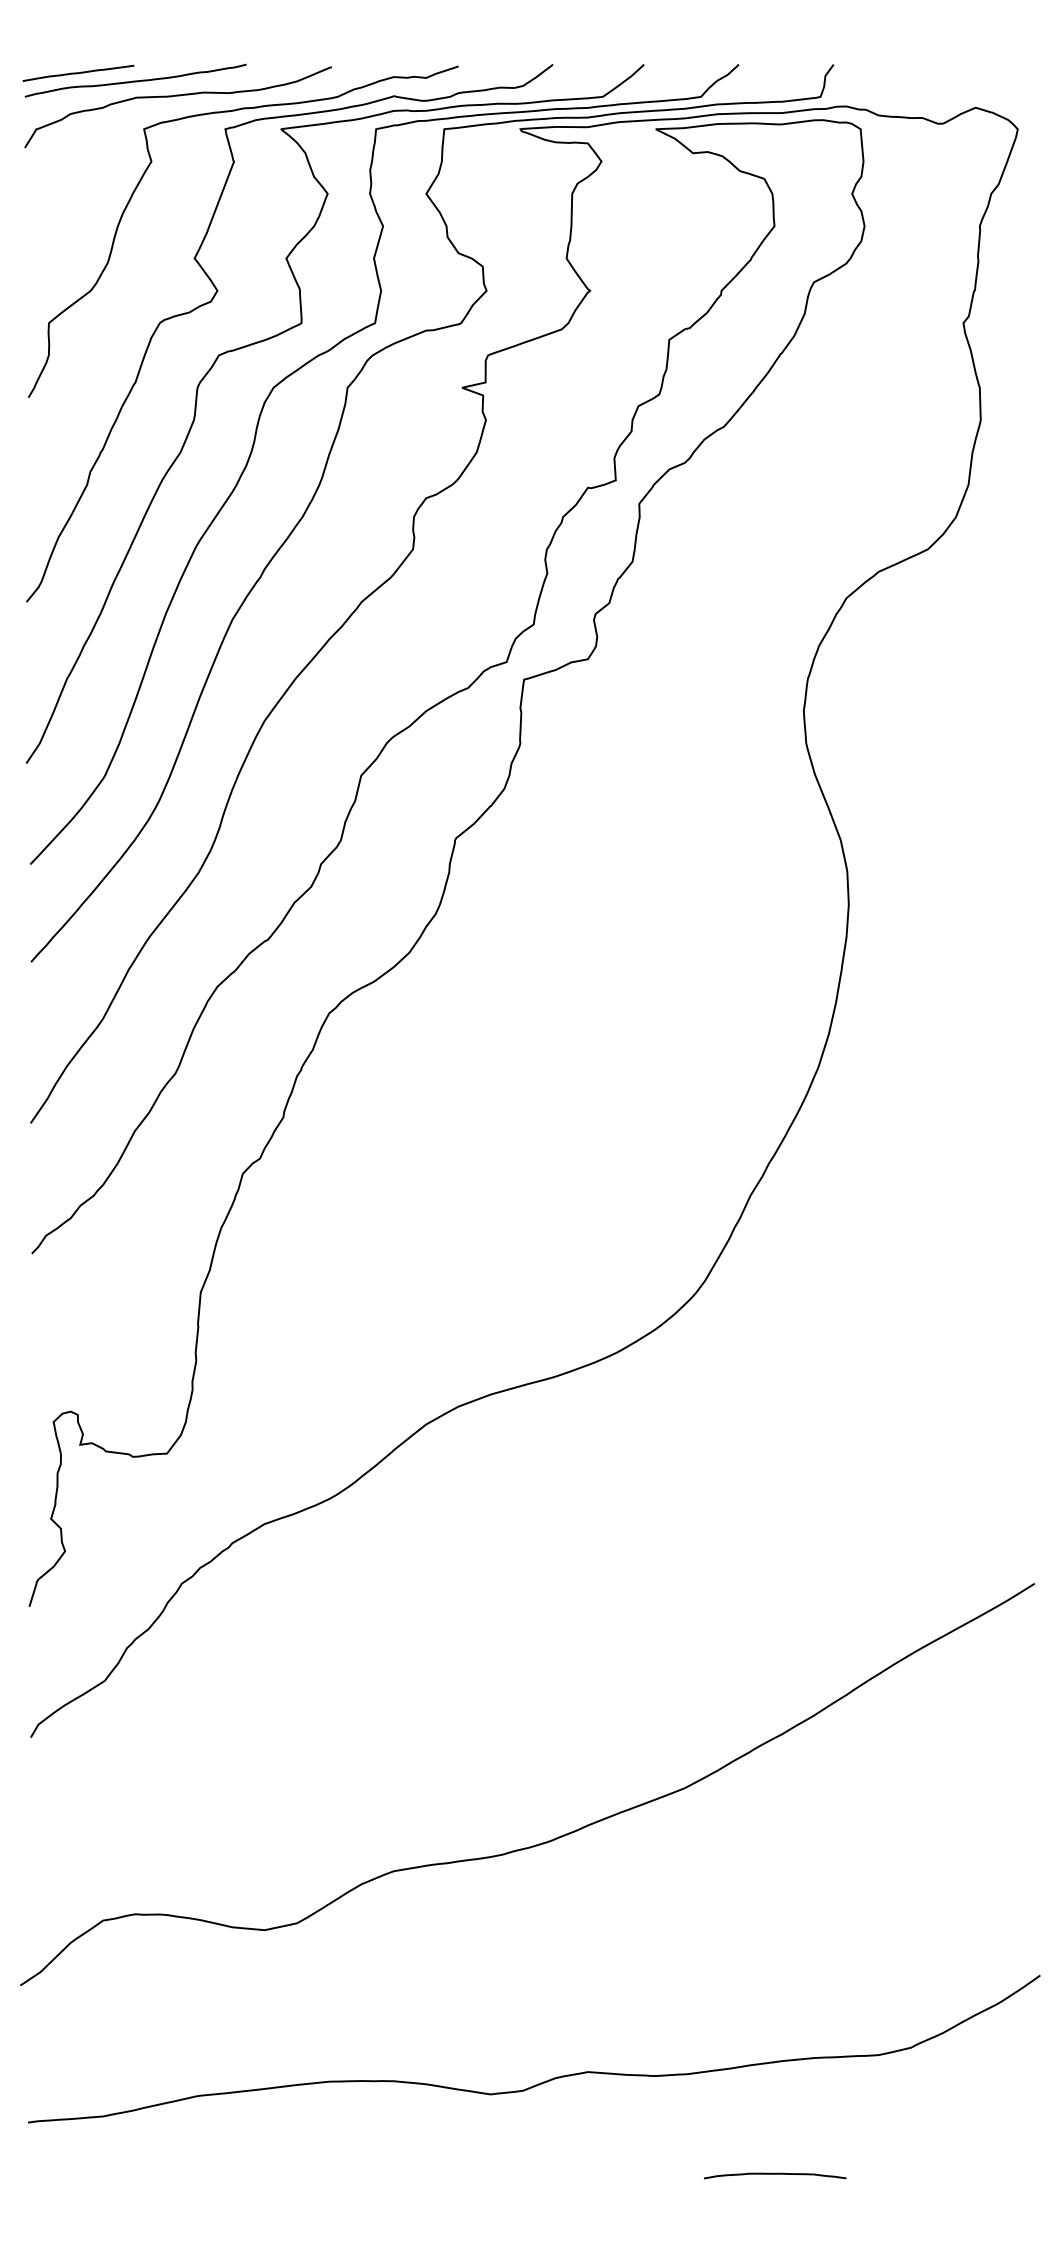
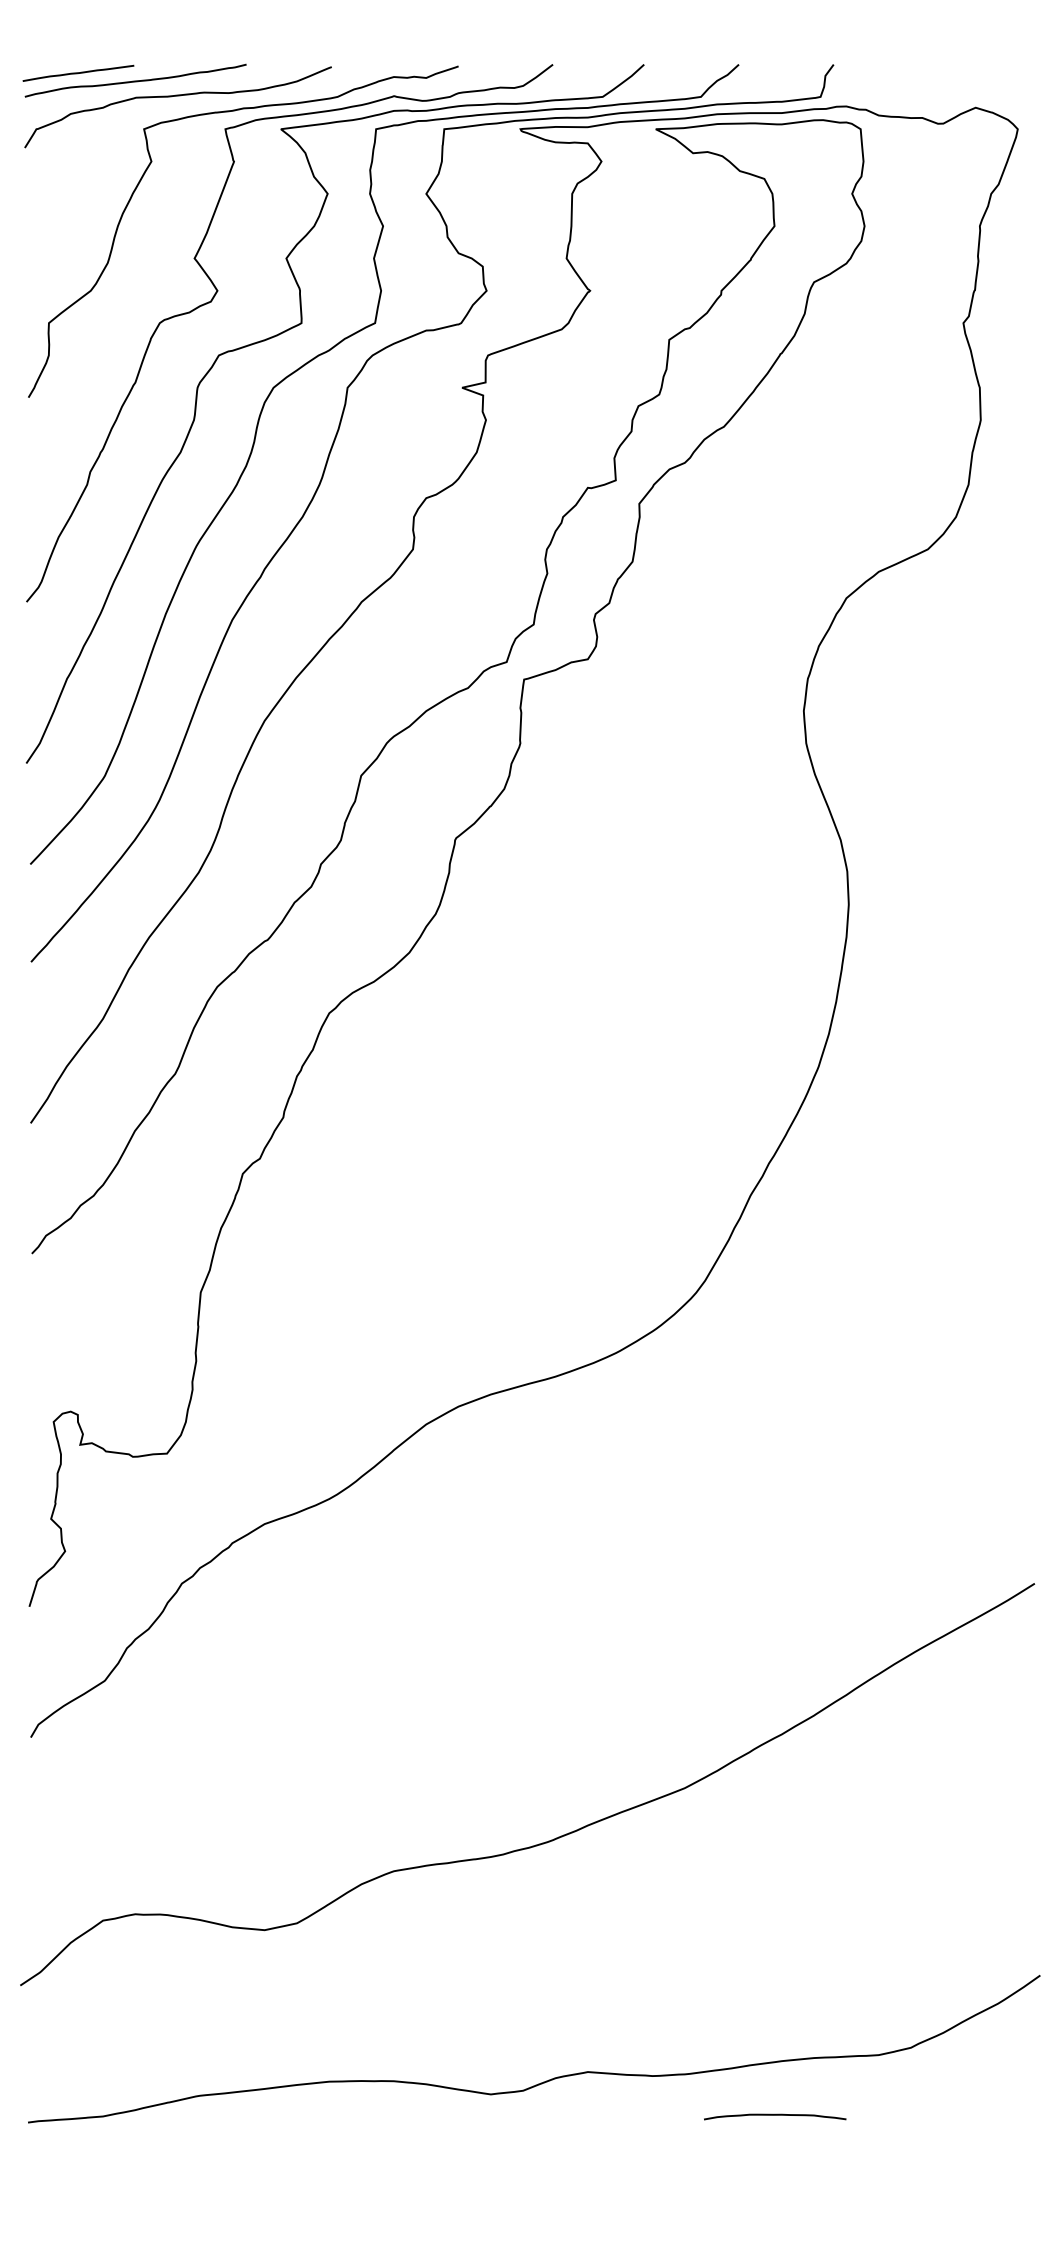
curve at (775, 2174) position: (775, 2174) -> (775, 2115)
